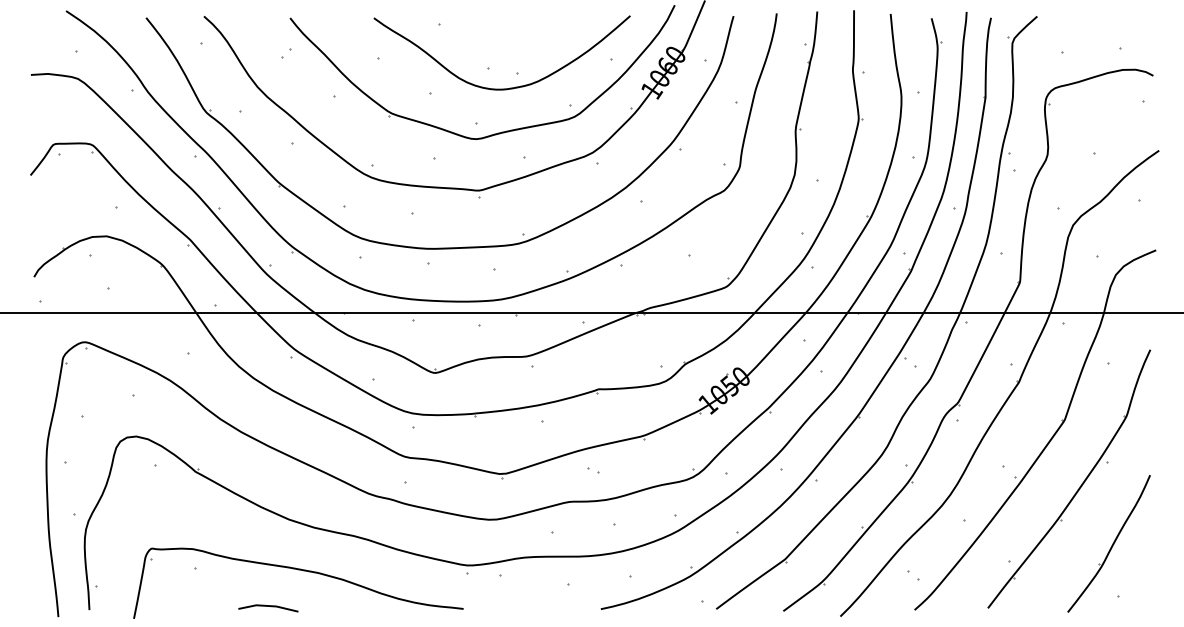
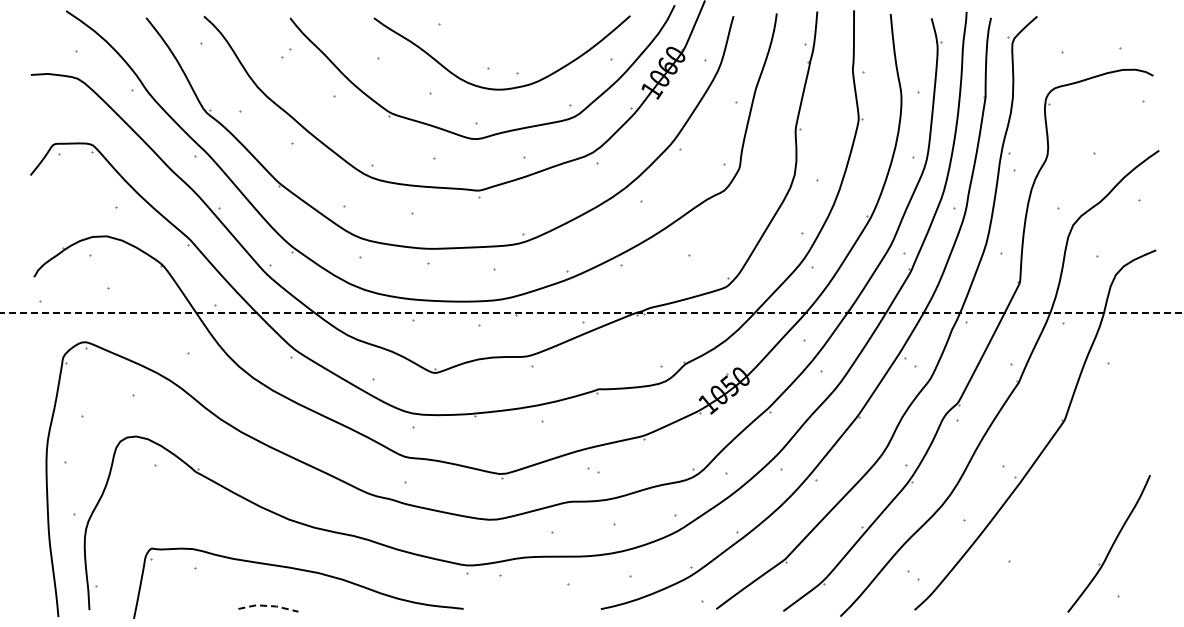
line at (591, 313): solid -> dashed
part at (1079, 486): present -> none
line at (268, 606): solid -> dashed
